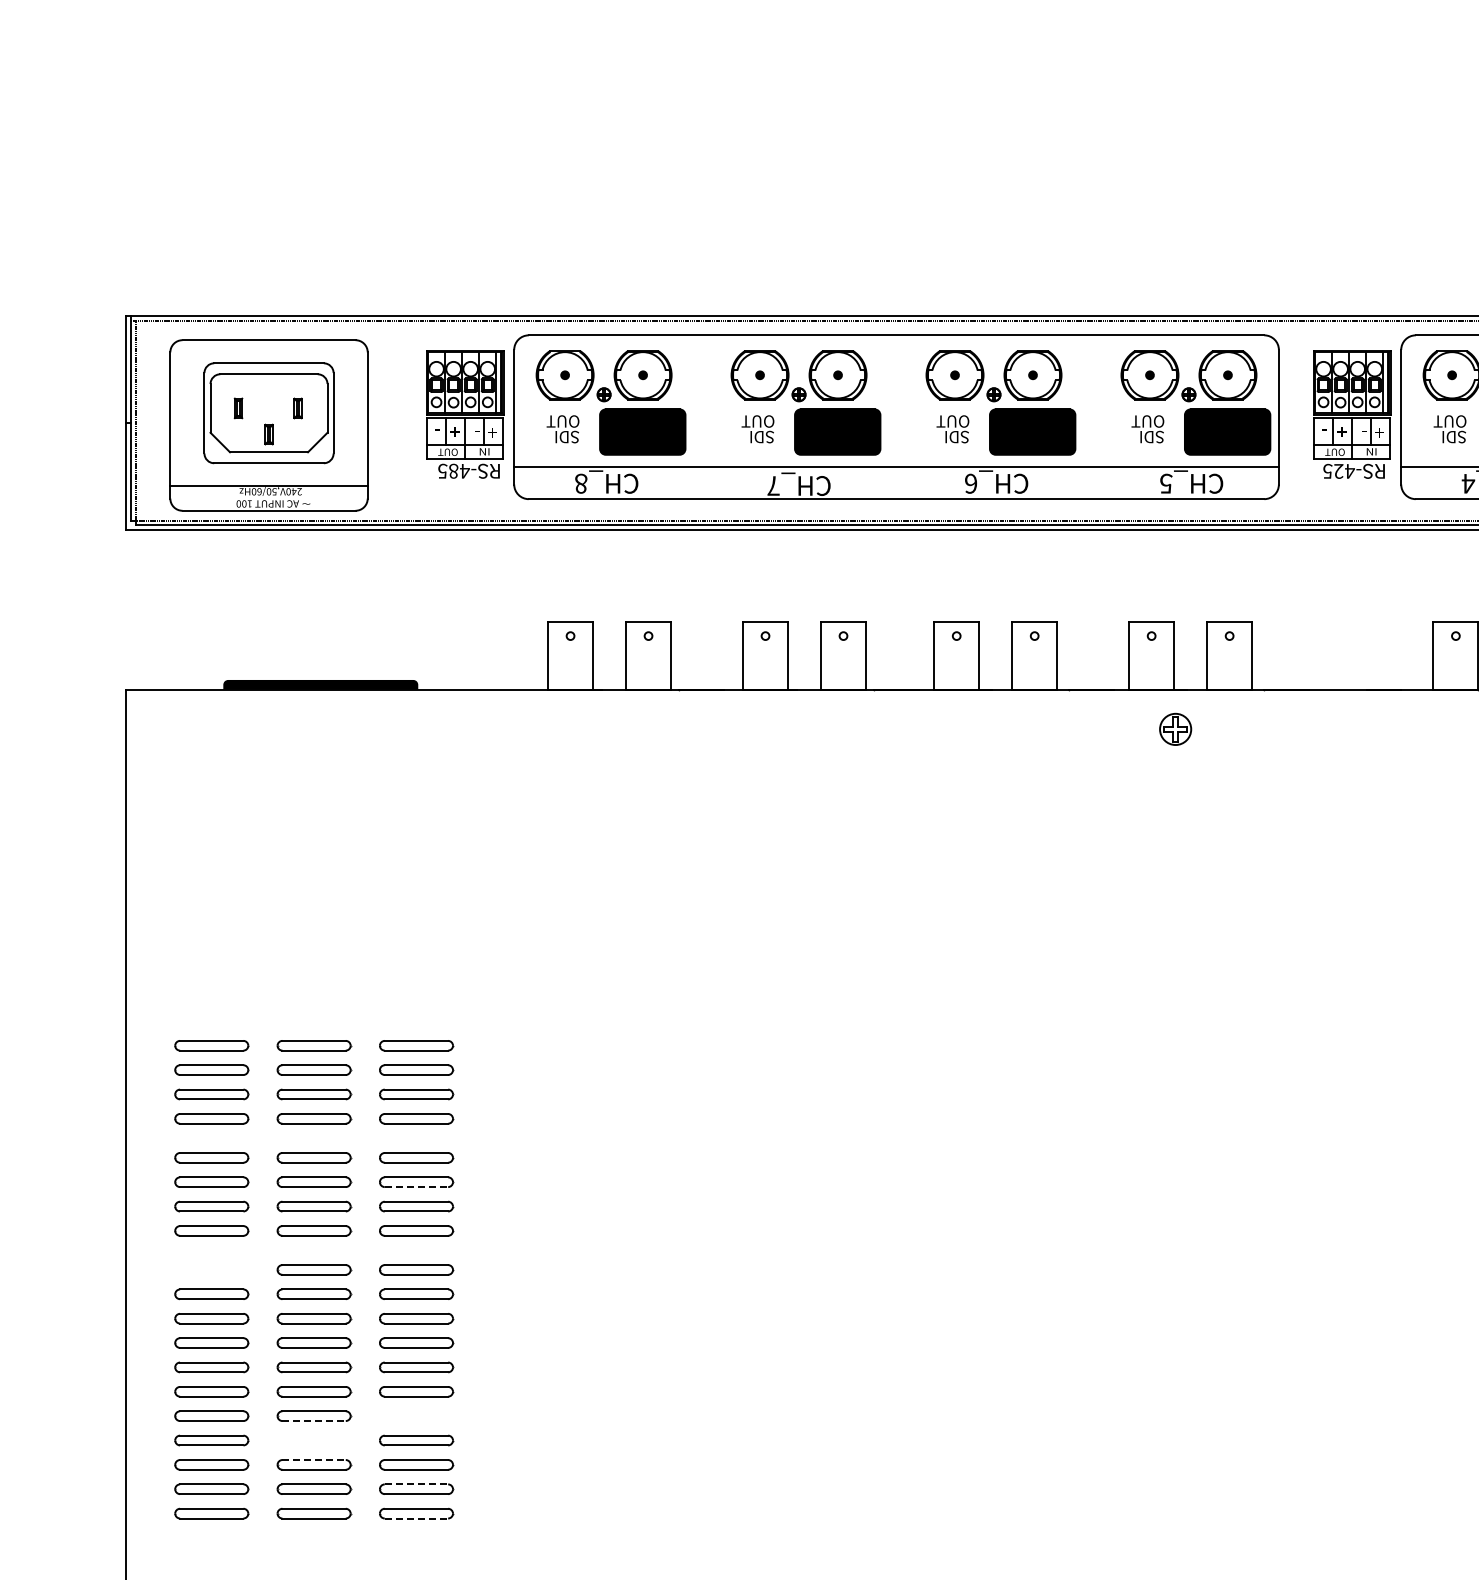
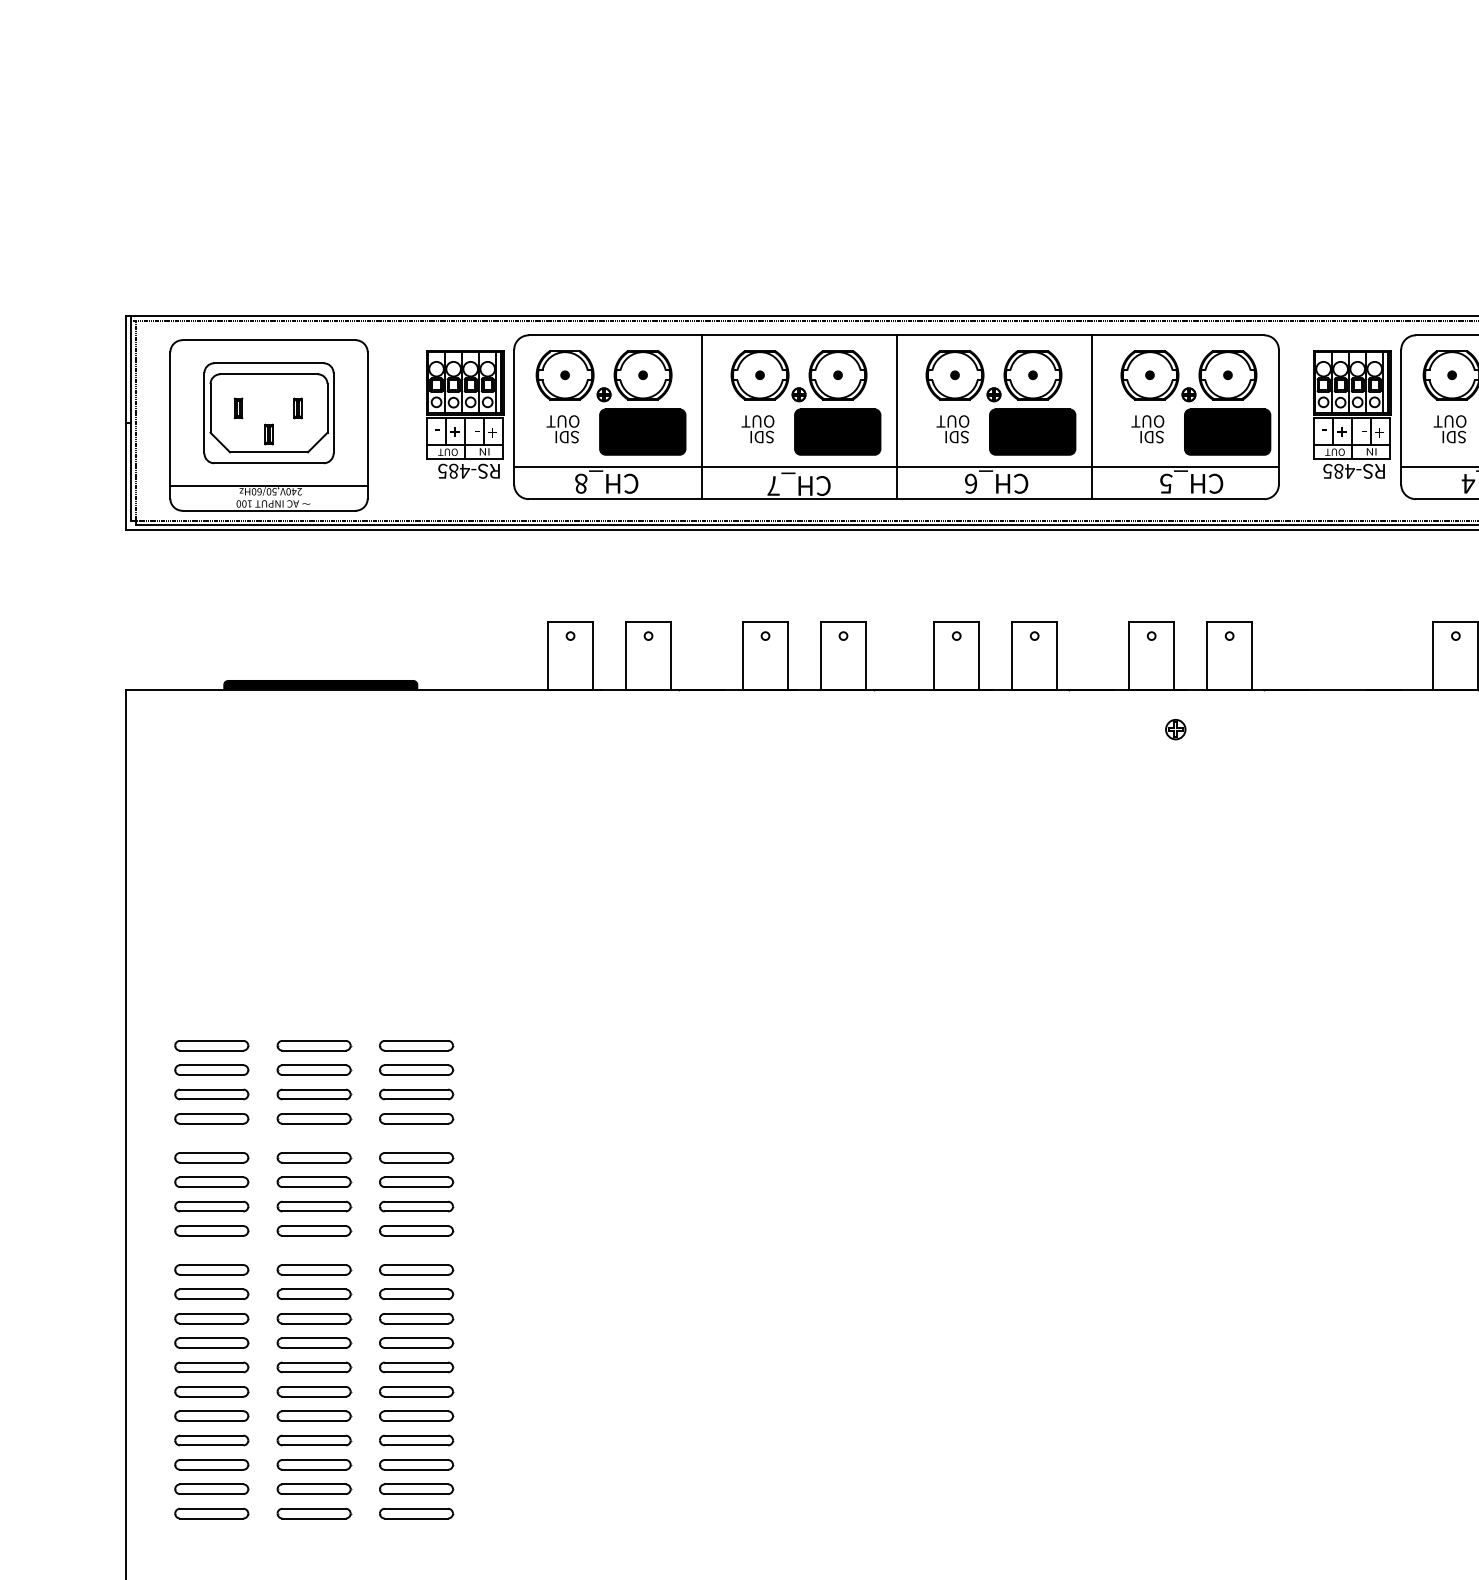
line at (701, 417): none -> present
line at (896, 417): none -> present
line at (1091, 417): none -> present
text at (1338, 470): RS-425 -> RS-485
part at (1175, 728) size: 34x34 px -> 22x22 px
line at (416, 1187): dashed -> solid
part at (211, 1269): none -> present
part at (416, 1415): none -> present
line at (314, 1421): dashed -> solid
part at (314, 1440): none -> present
line at (314, 1460): dashed -> solid
line at (416, 1484): dashed -> solid
line at (416, 1518): dashed -> solid
